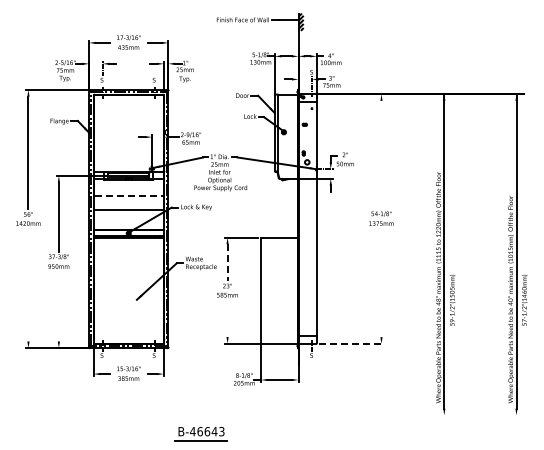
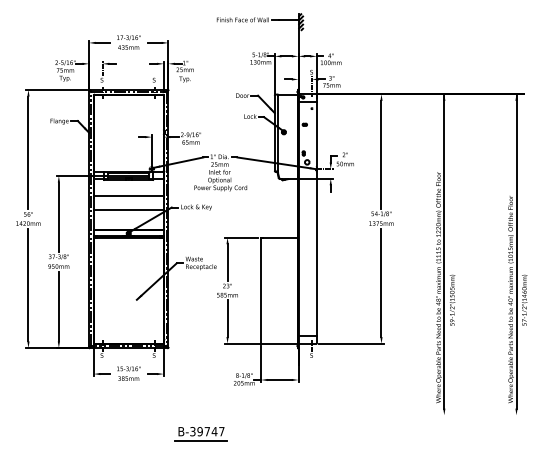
line at (381, 154): none -> present
line at (129, 195): dashed -> solid
line at (227, 263): dashed -> solid
line at (381, 282): none -> present
line at (28, 284): none -> present
line at (58, 306): none -> present
line at (227, 318): none -> present
line at (351, 343): dashed -> solid
text at (206, 431): B-46643 -> B-39747
